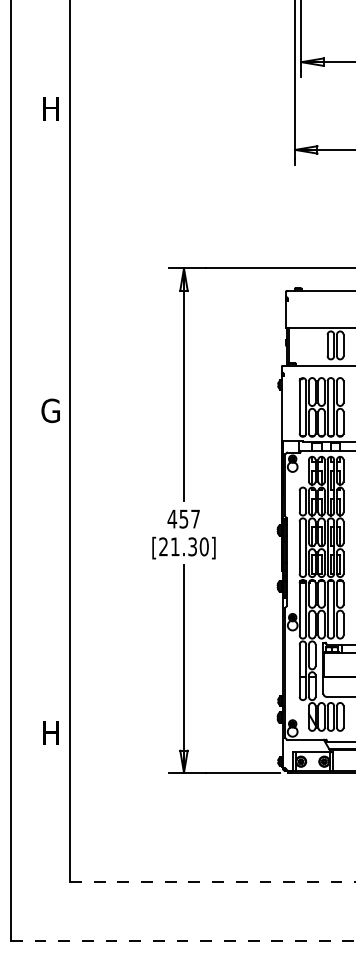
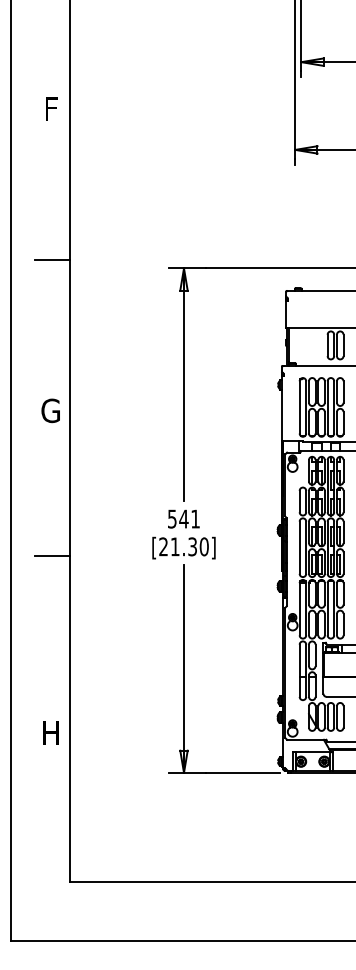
text at (50, 108): H -> F
line at (52, 260): none -> present
text at (183, 518): 457 -> 541
line at (52, 556): none -> present
line at (213, 881): dashed -> solid
line at (183, 940): dashed -> solid
